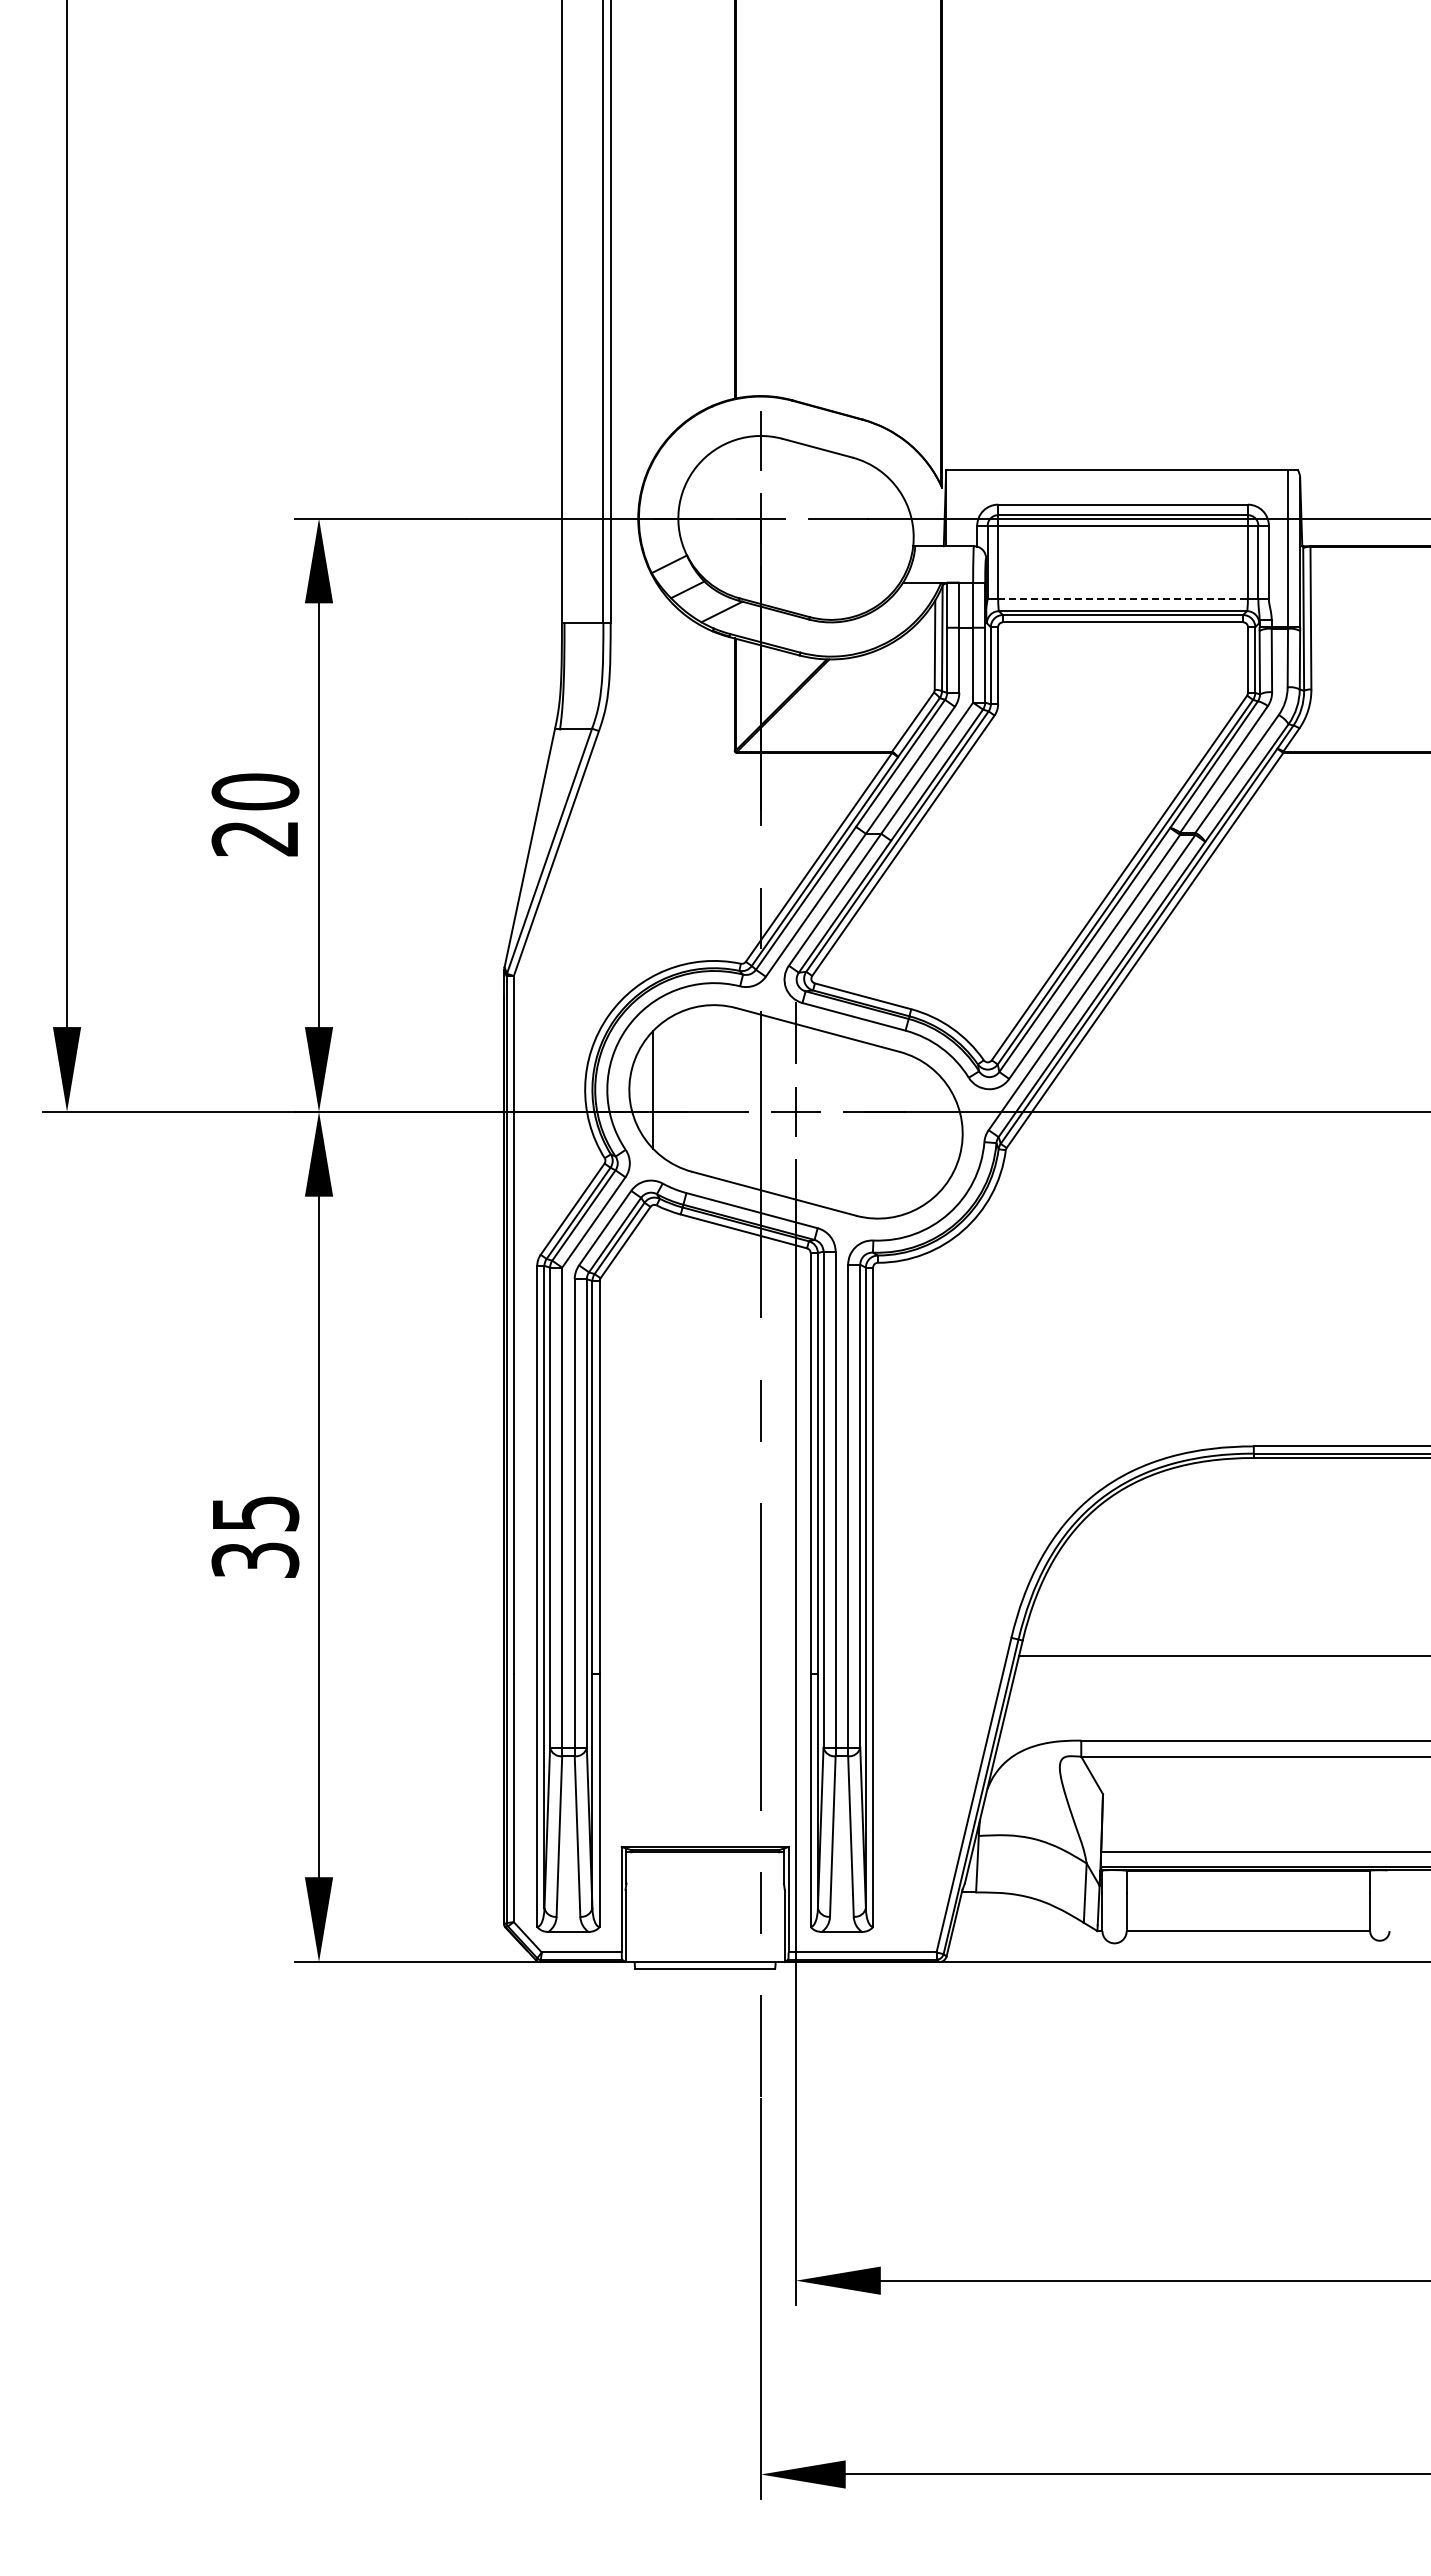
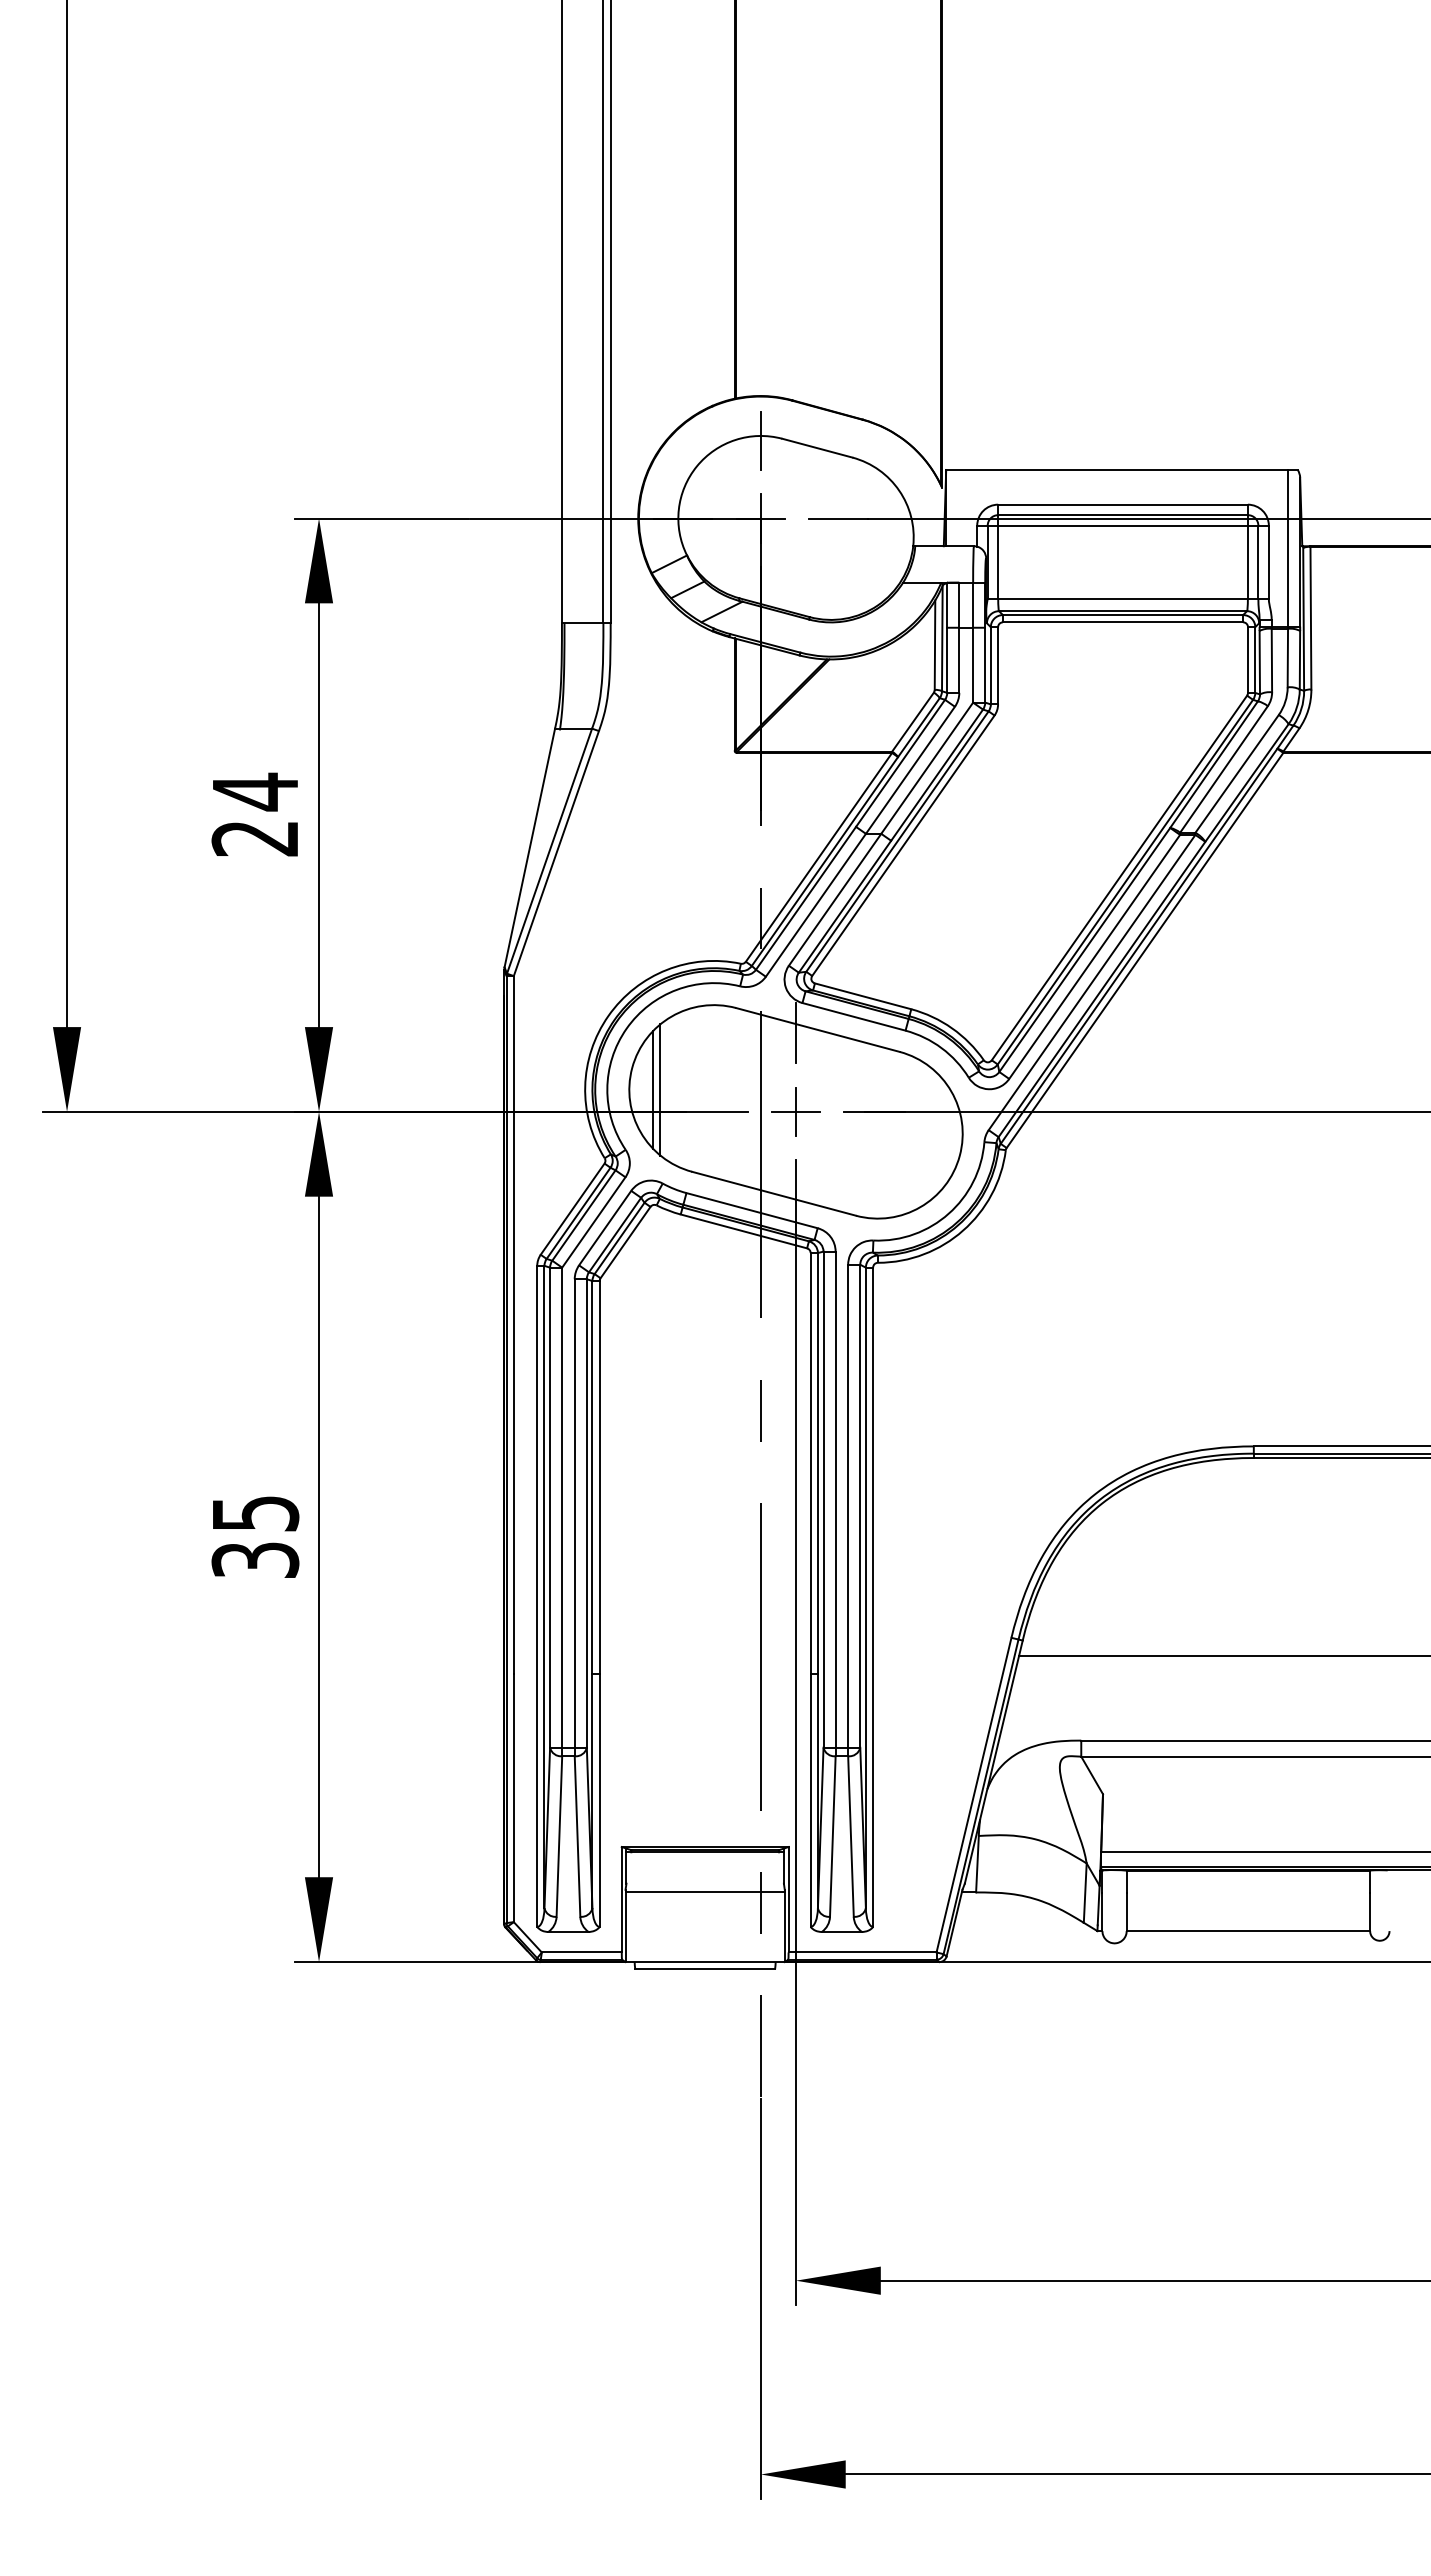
line at (1123, 599): dashed -> solid
text at (255, 791): 20 -> 24
line at (660, 1089): none -> present
line at (704, 1892): none -> present
